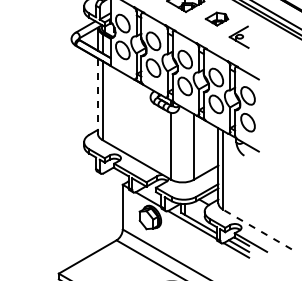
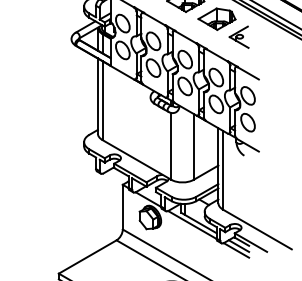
part at (216, 18) size: 26x16 px -> 40x24 px
line at (97, 96): dashed -> solid
line at (257, 229): dashed -> solid
